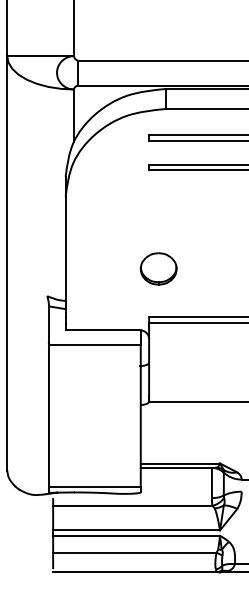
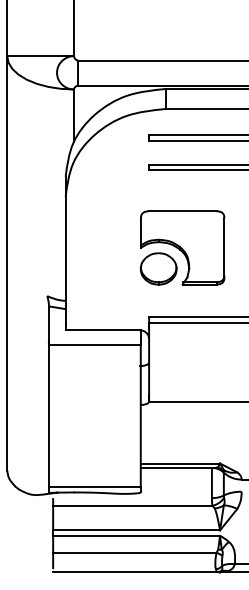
part at (182, 247): none -> present
